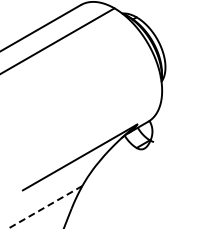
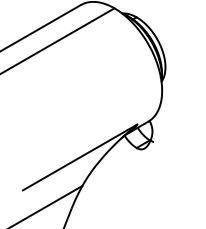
line at (45, 207): dashed -> solid
